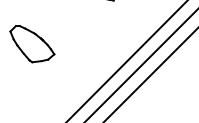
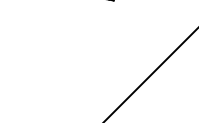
part at (32, 44): present -> none
line at (127, 60): present -> none
line at (141, 65): present -> none
